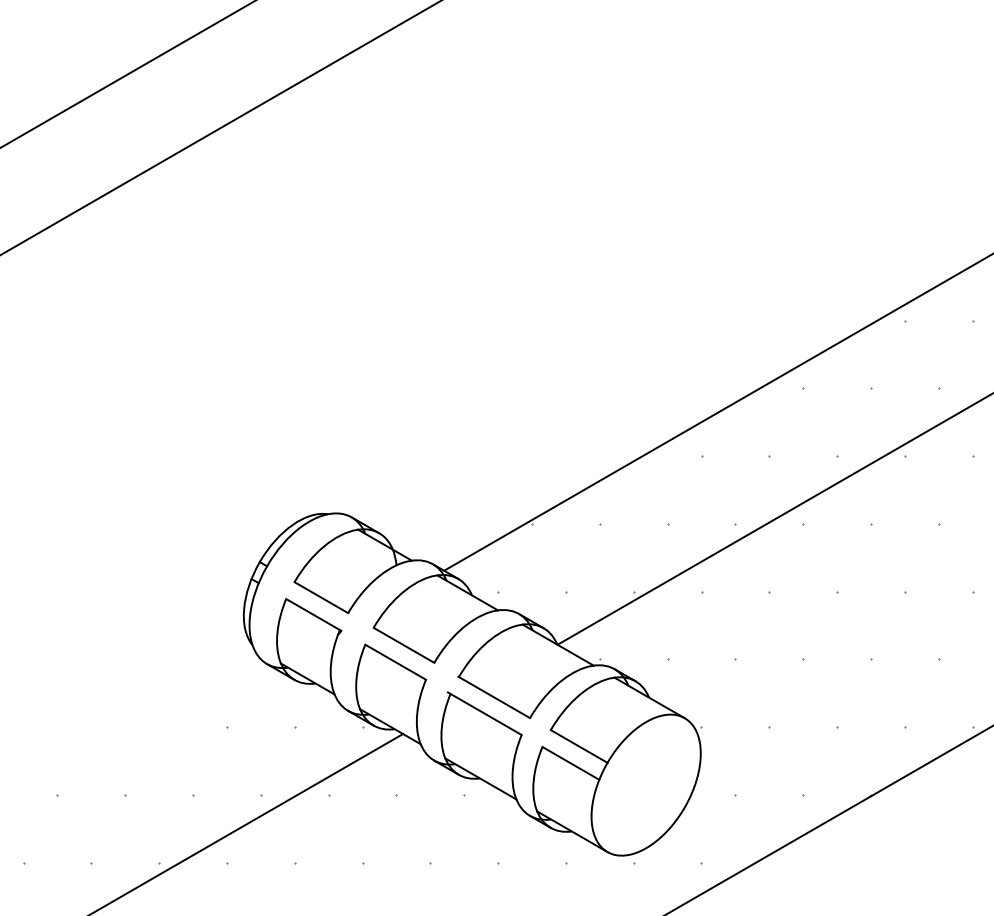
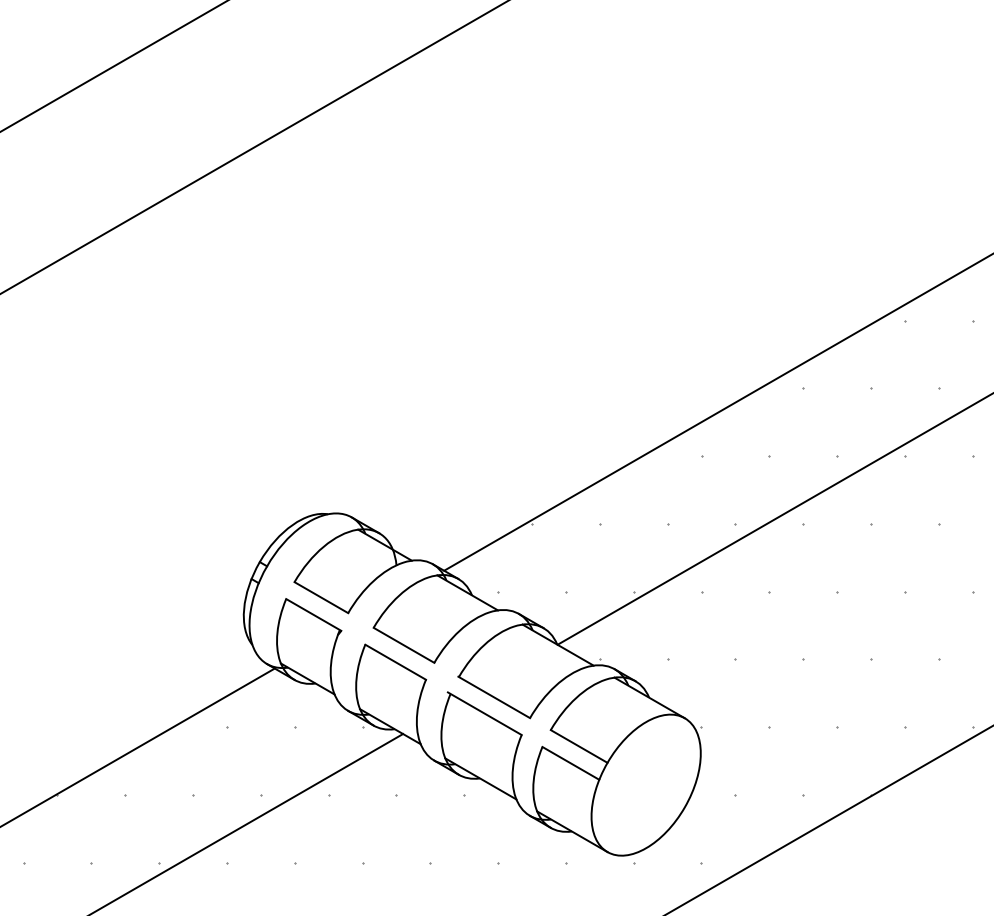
line at (127, 74) position: (127, 74) -> (113, 66)
line at (220, 127) position: (220, 127) -> (253, 147)
line at (138, 746): none -> present
